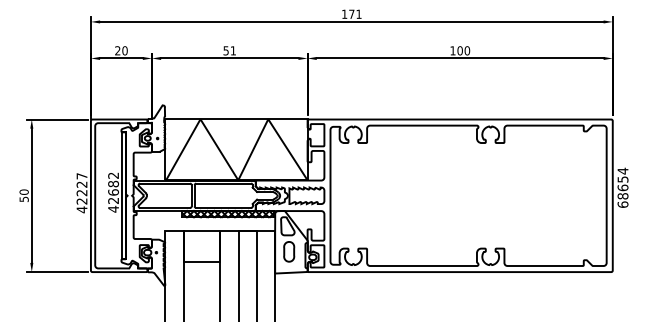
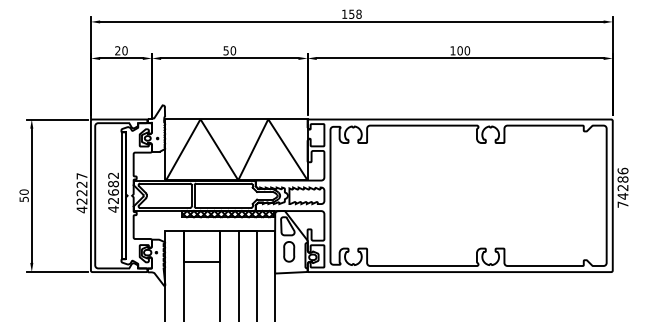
text at (355, 13): 171 -> 158
text at (233, 50): 51 -> 50
text at (622, 187): 68654 -> 74286
